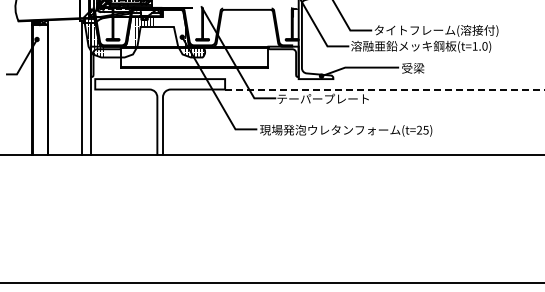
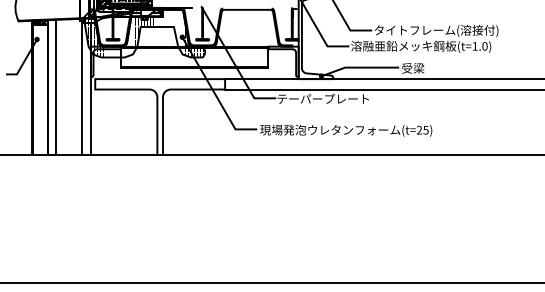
line at (383, 79): none -> present
line at (56, 87): none -> present
line at (385, 89): dashed -> solid
